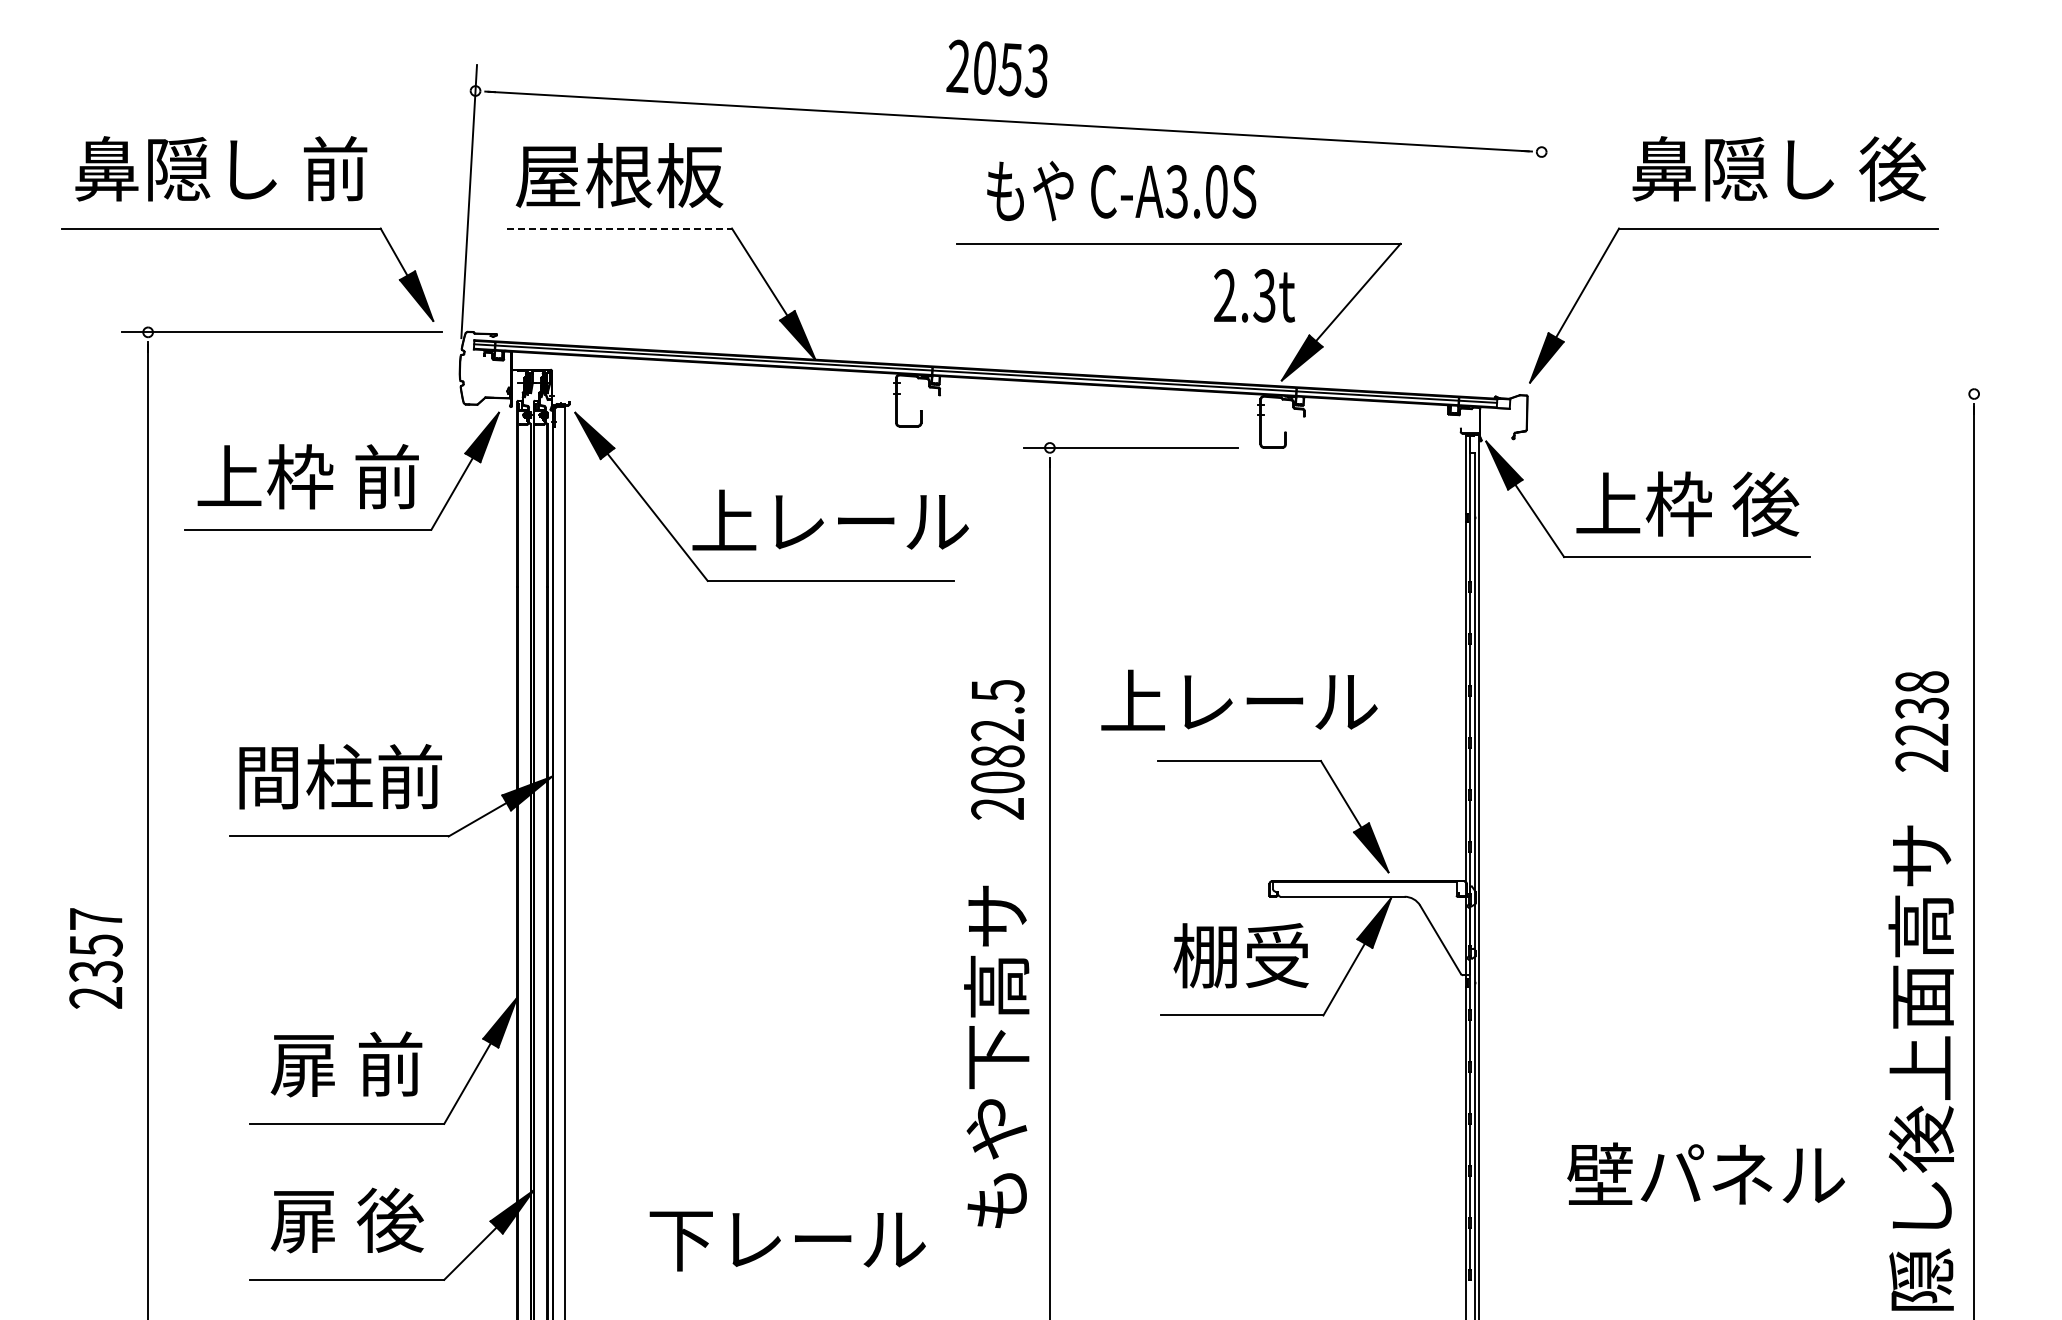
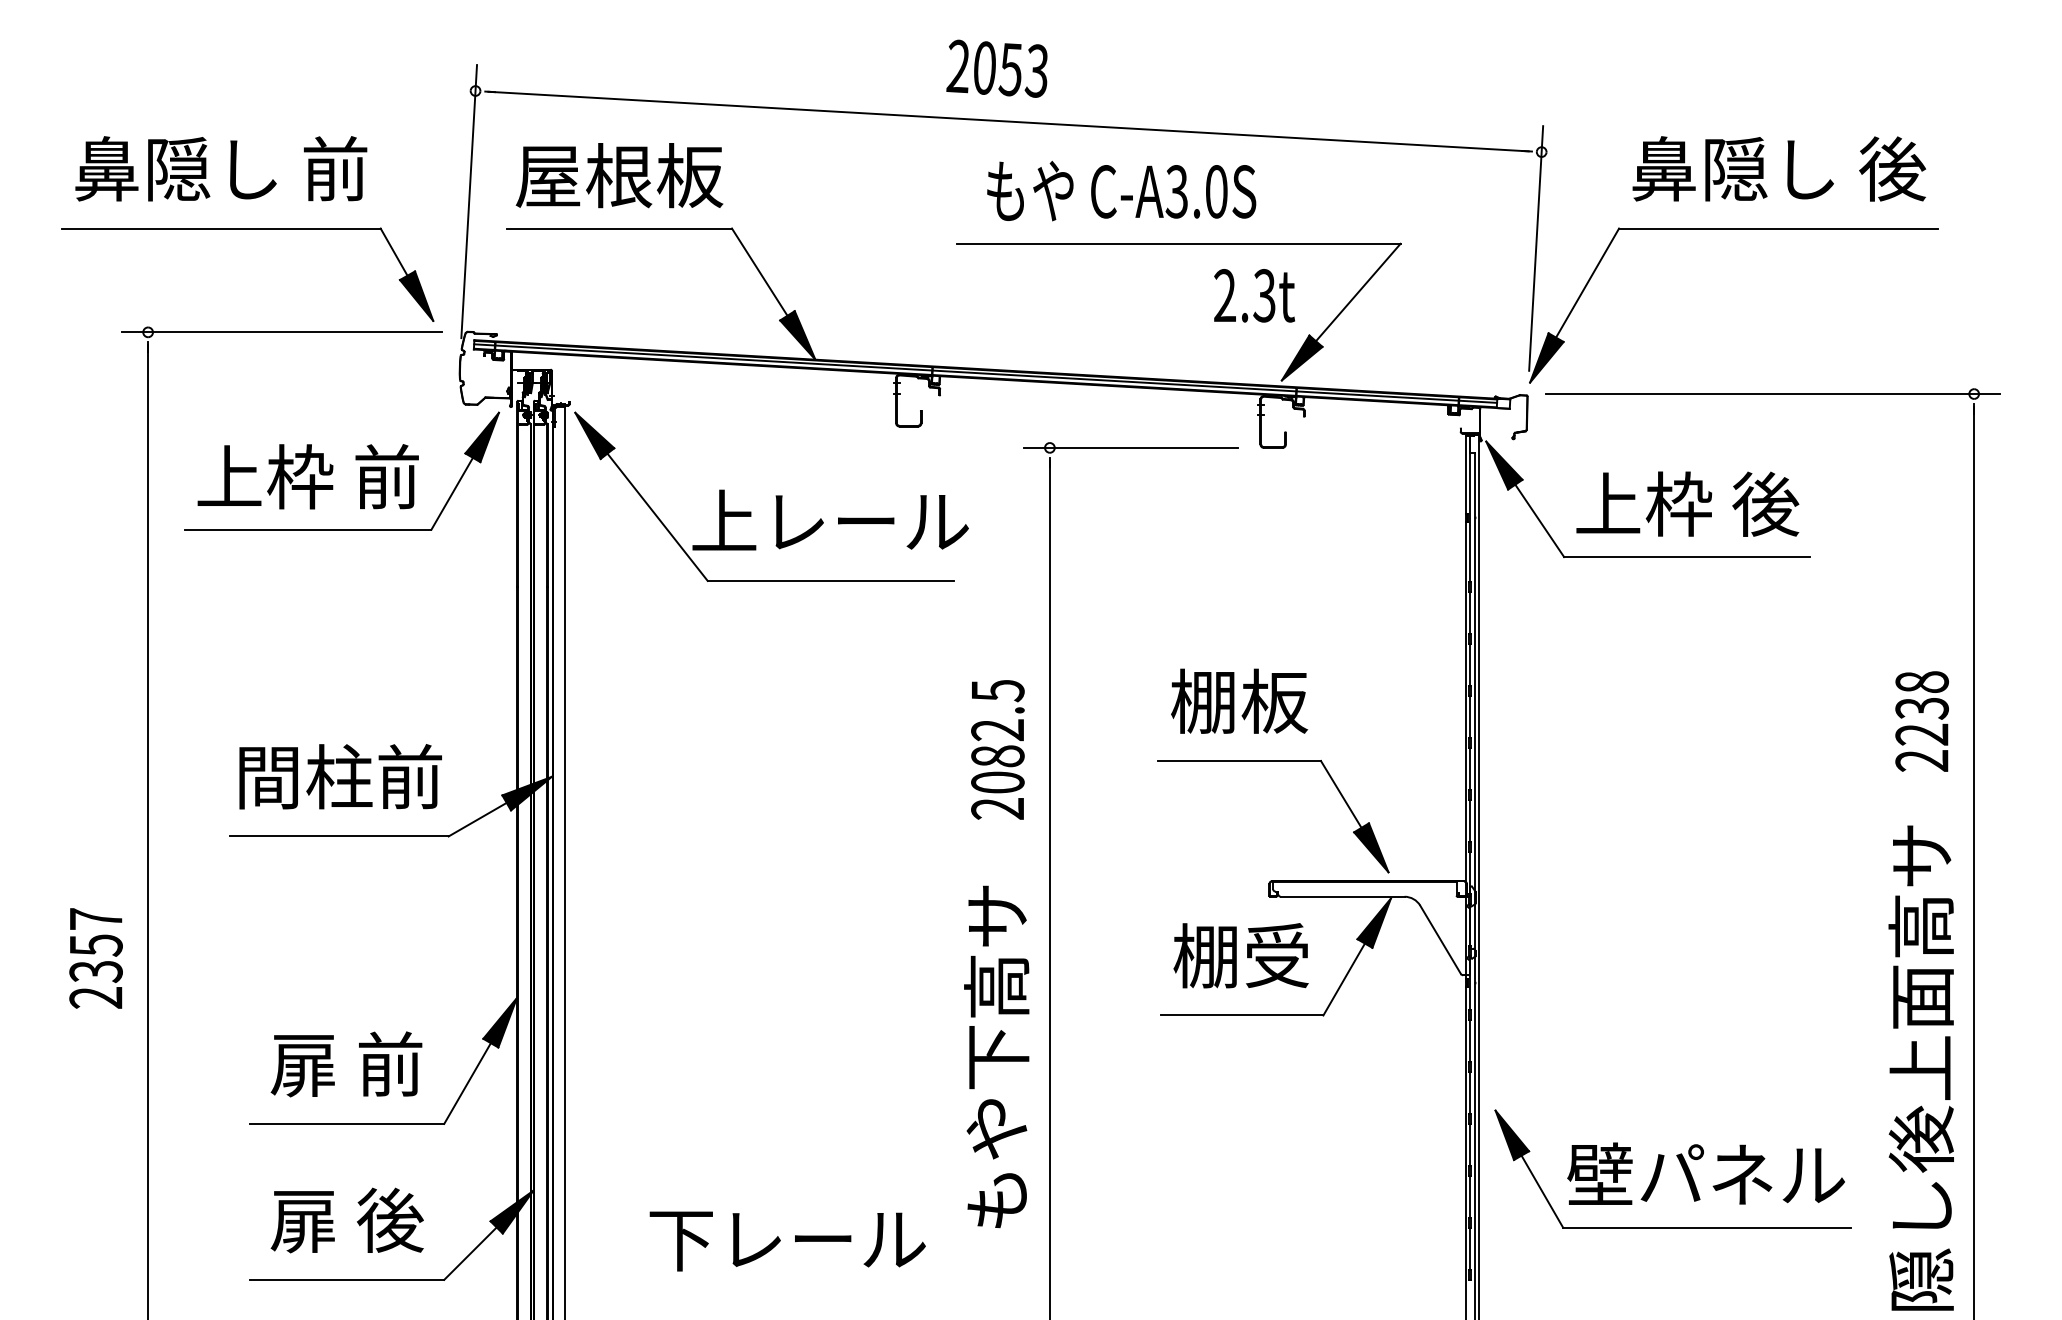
line at (619, 228): dashed -> solid
line at (1536, 248): none -> present
line at (1772, 394): none -> present
text at (1239, 700): 上レール -> 棚板
part at (1672, 1227): none -> present
